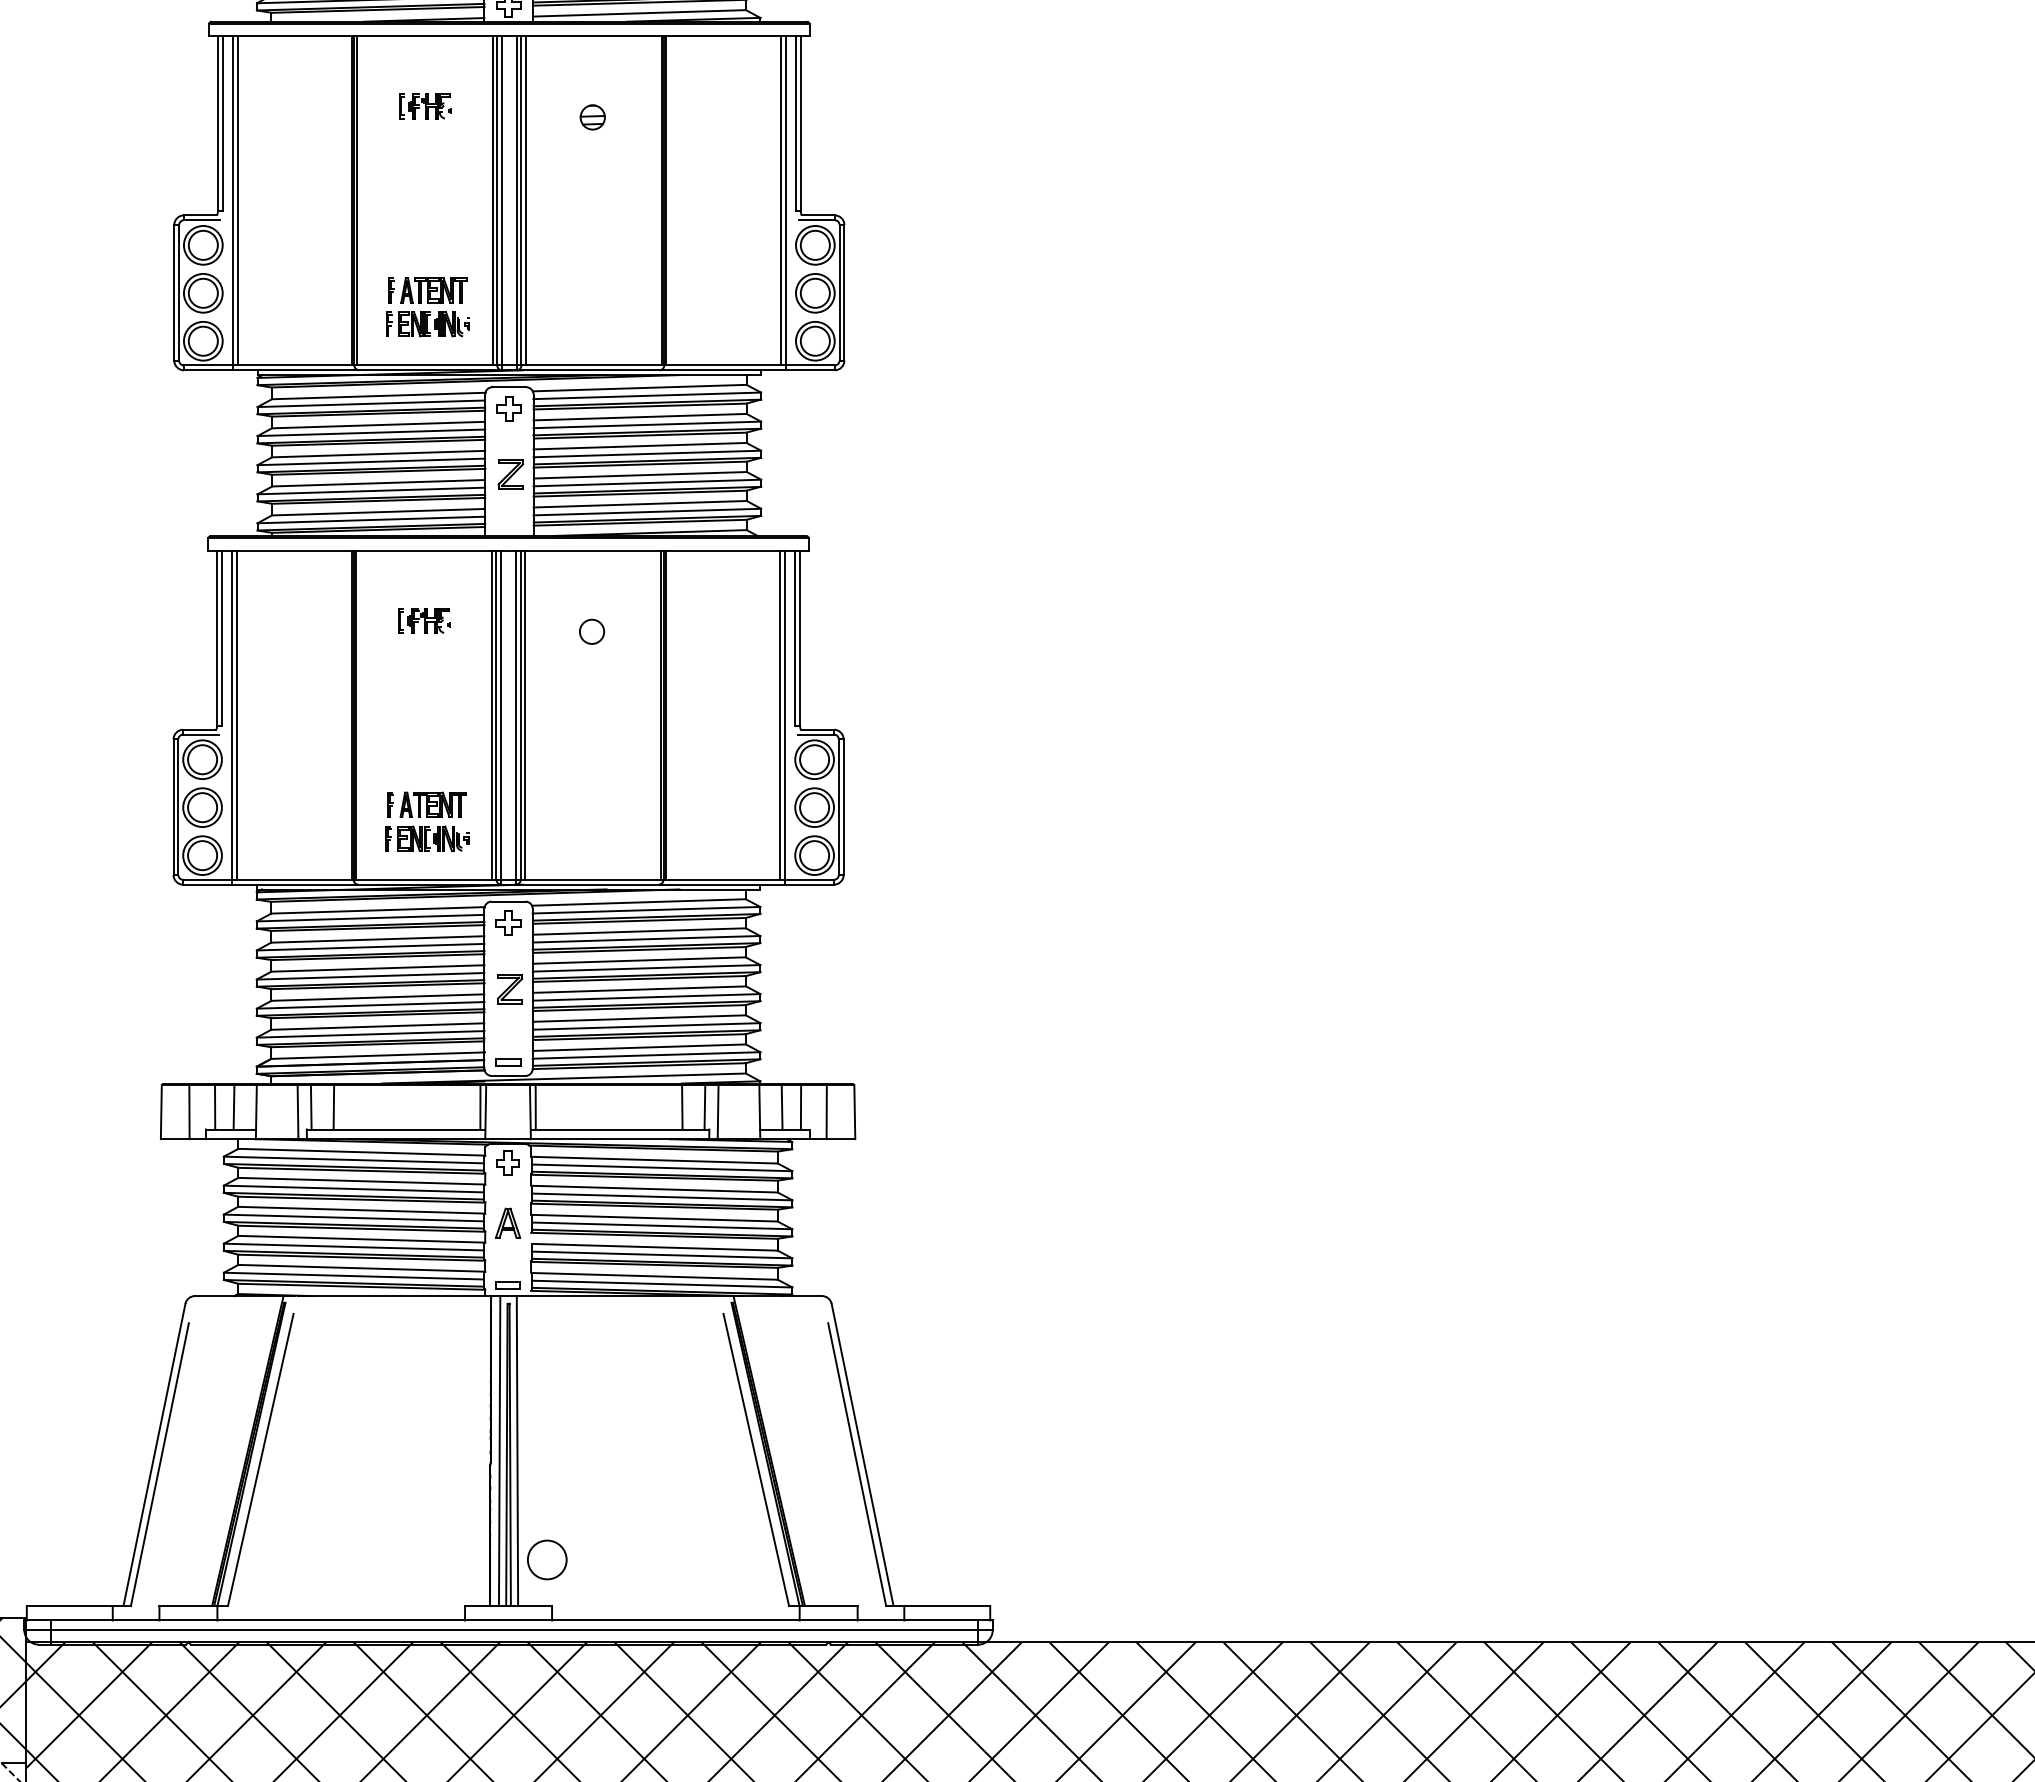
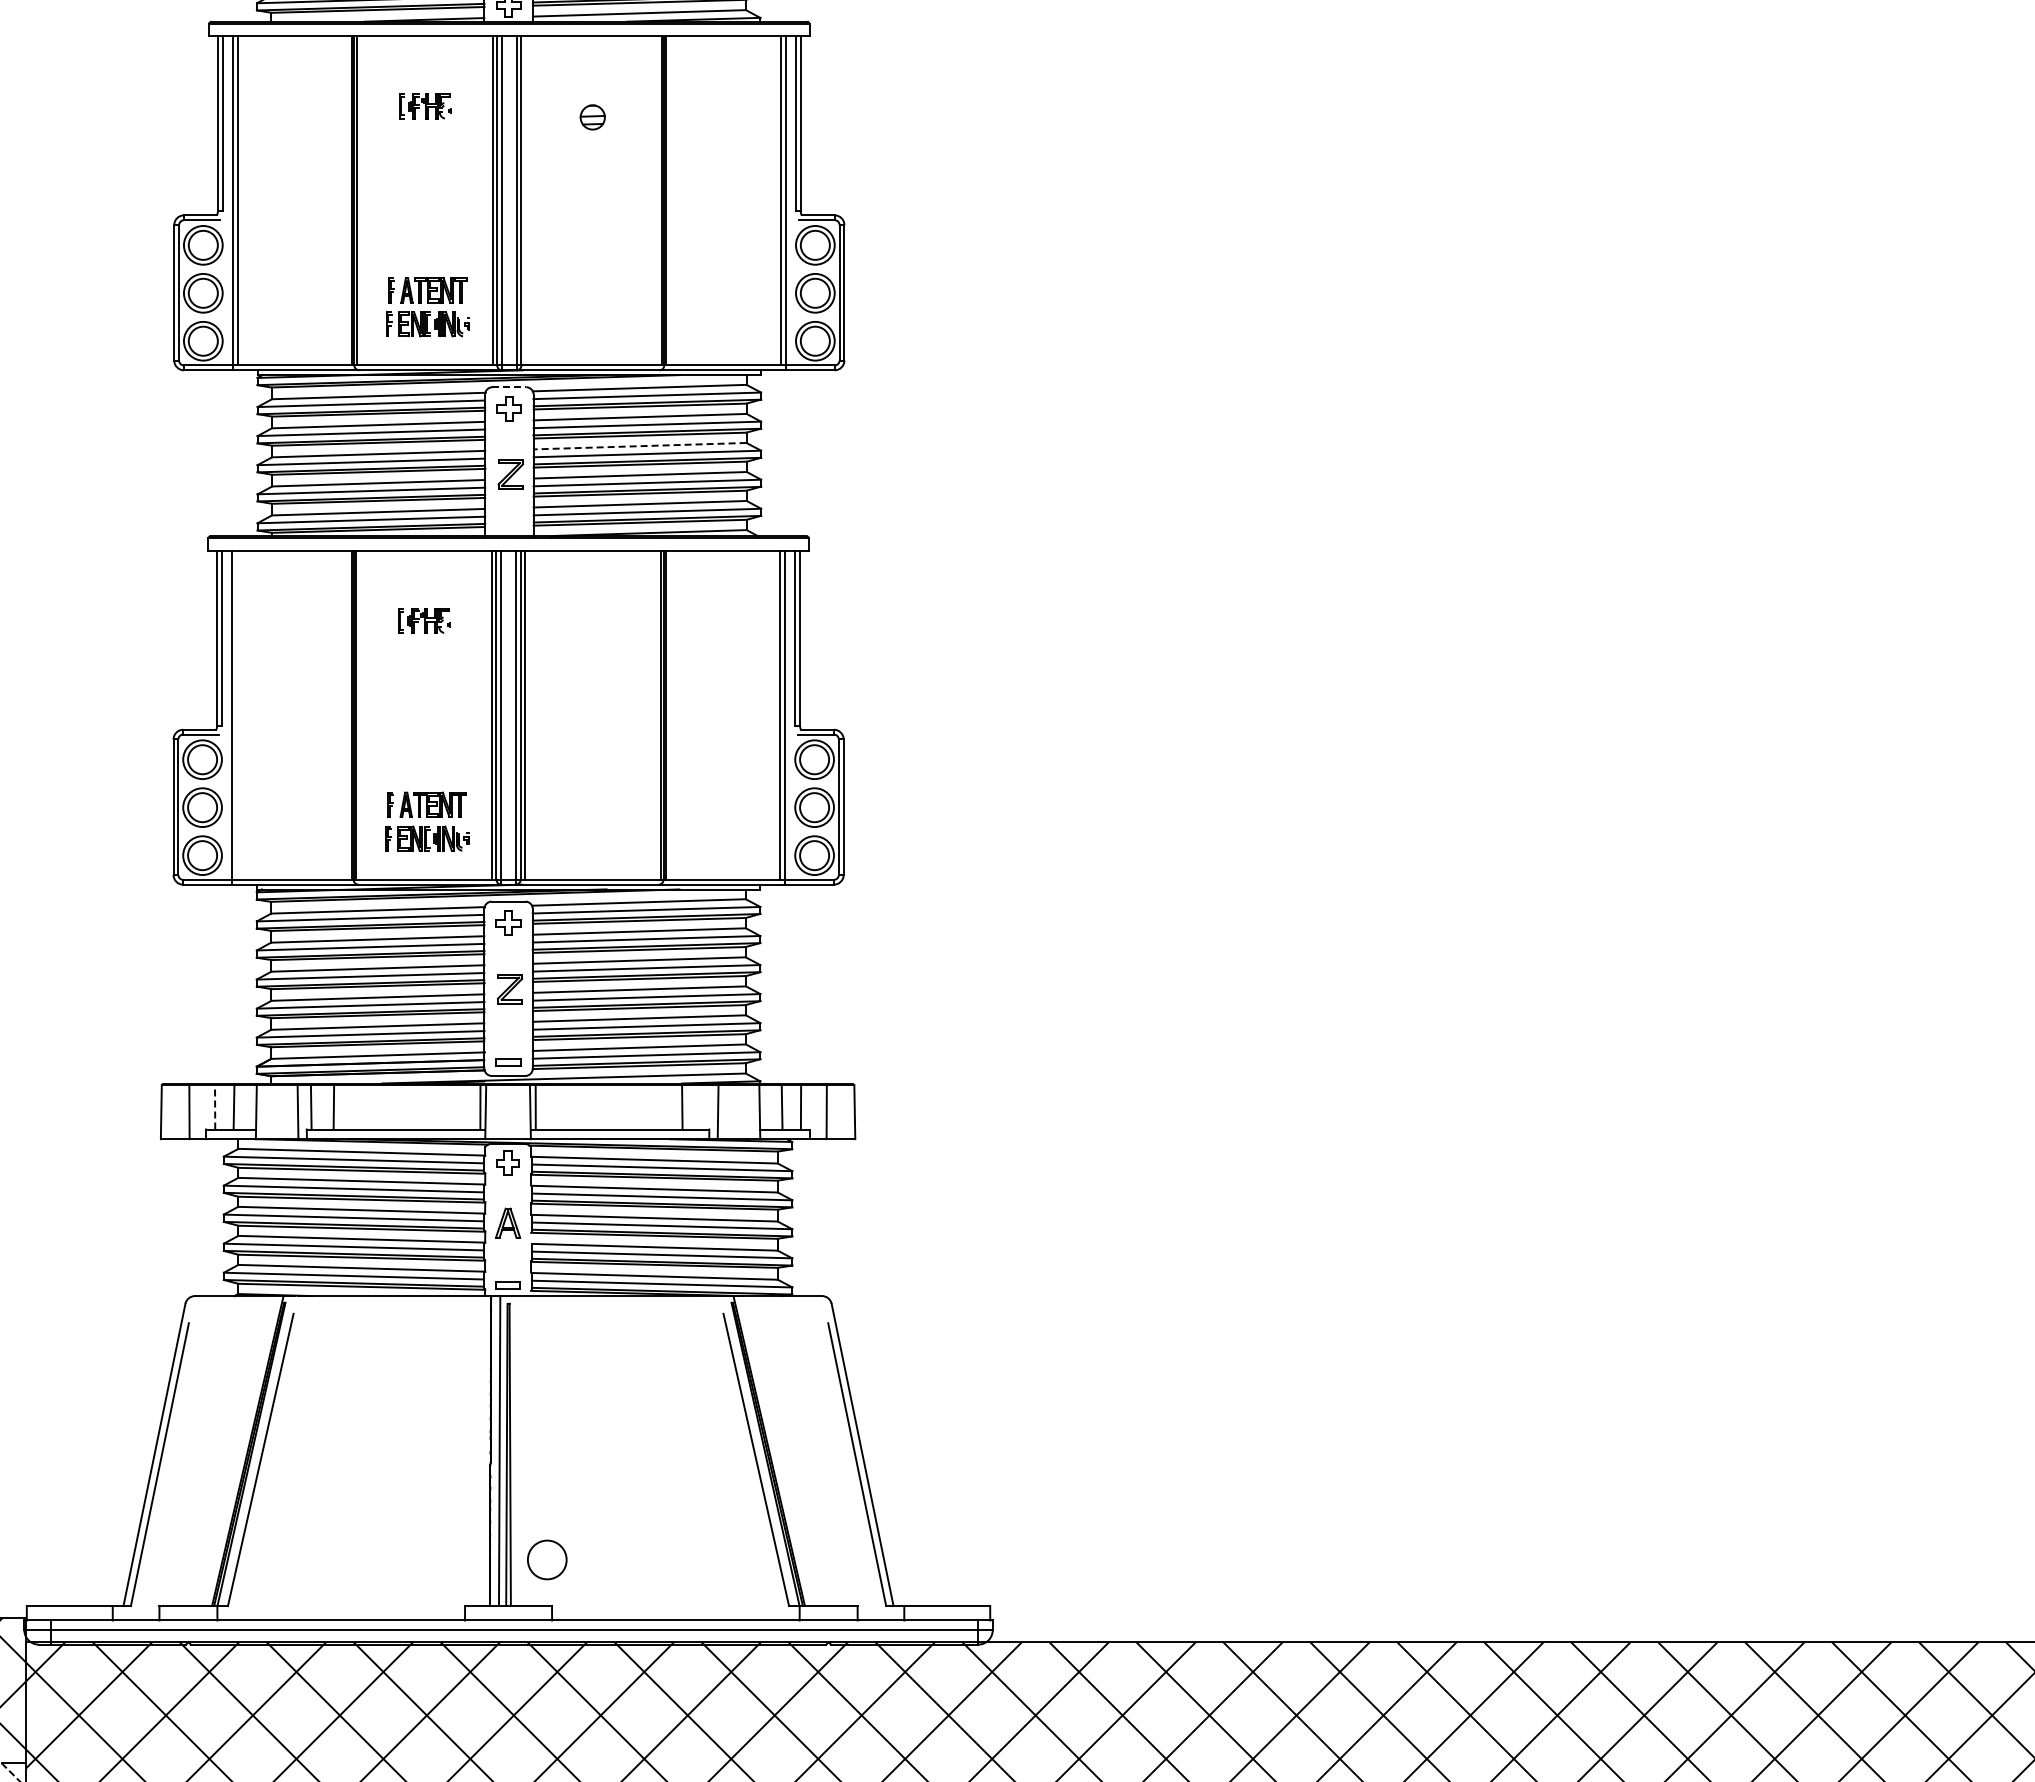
line at (526, 200): present -> none
line at (509, 387): solid -> dashed
line at (639, 446): solid -> dashed
circle at (591, 631): present -> none
line at (236, 714): present -> none
line at (215, 1106): solid -> dashed
line at (704, 1106): present -> none
line at (517, 1450): present -> none
